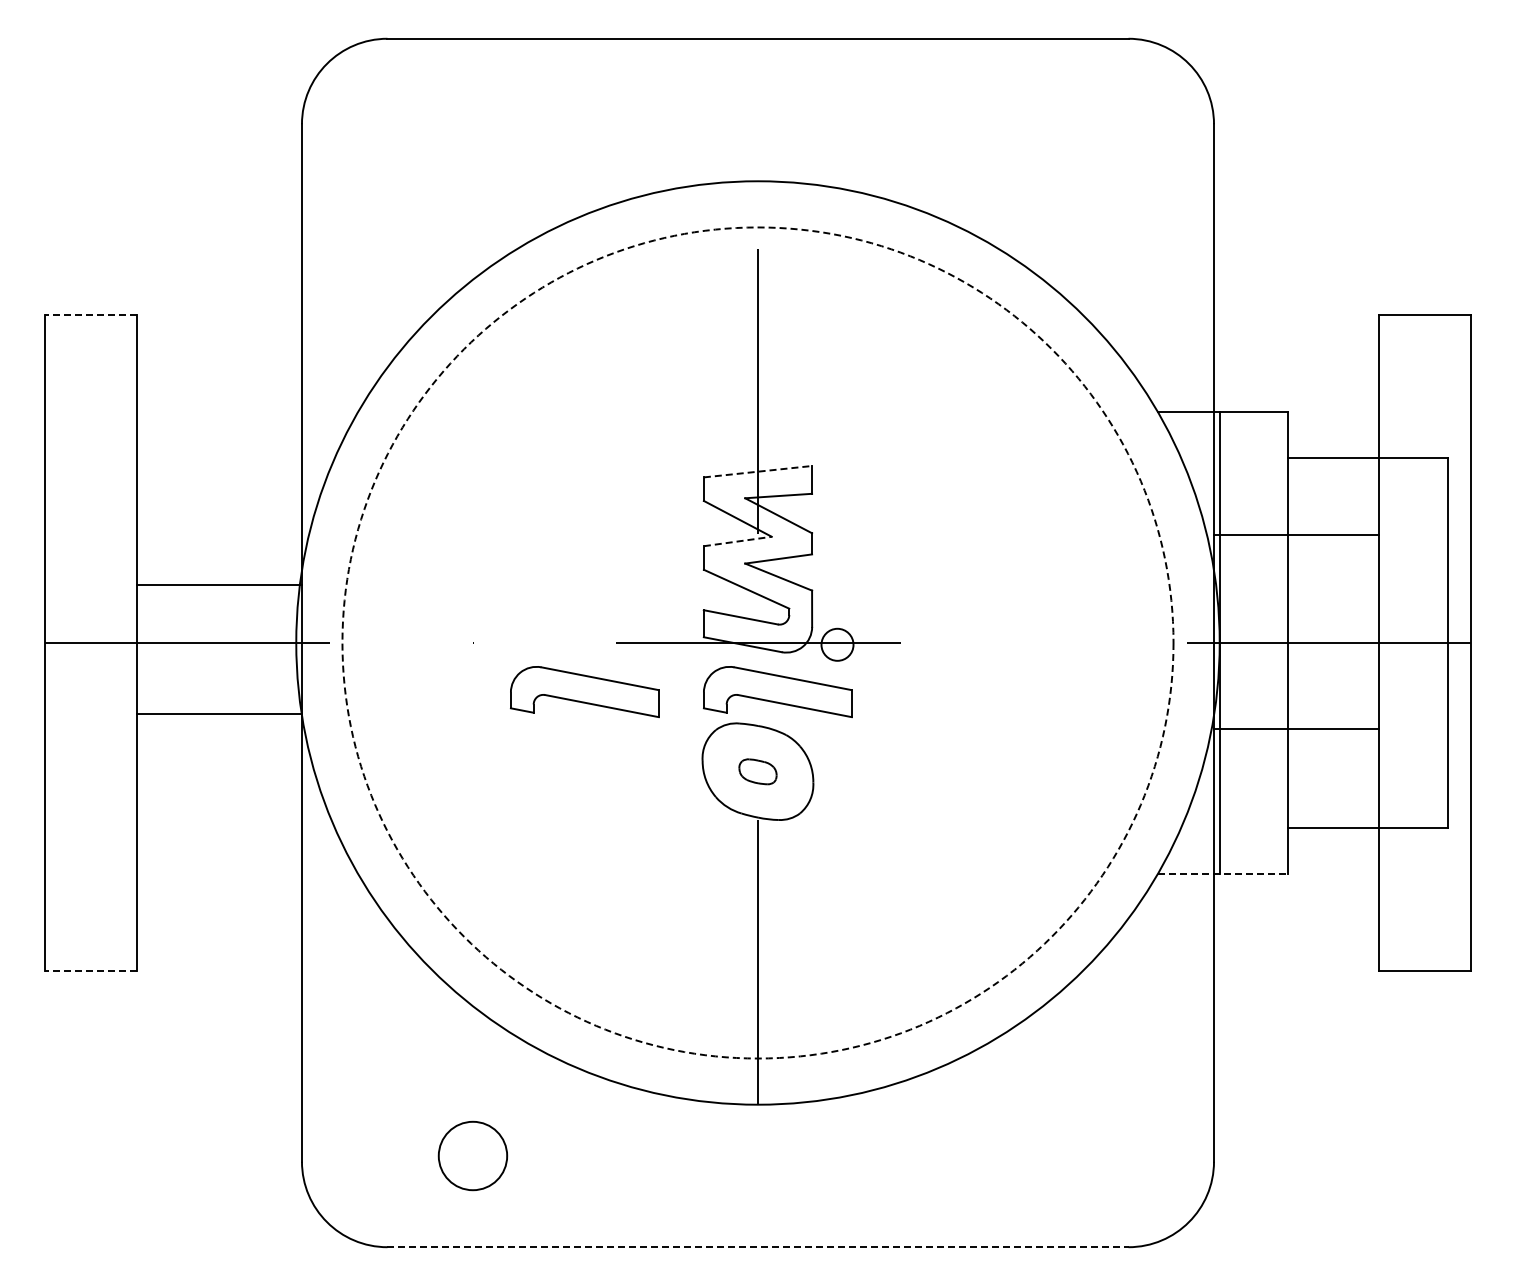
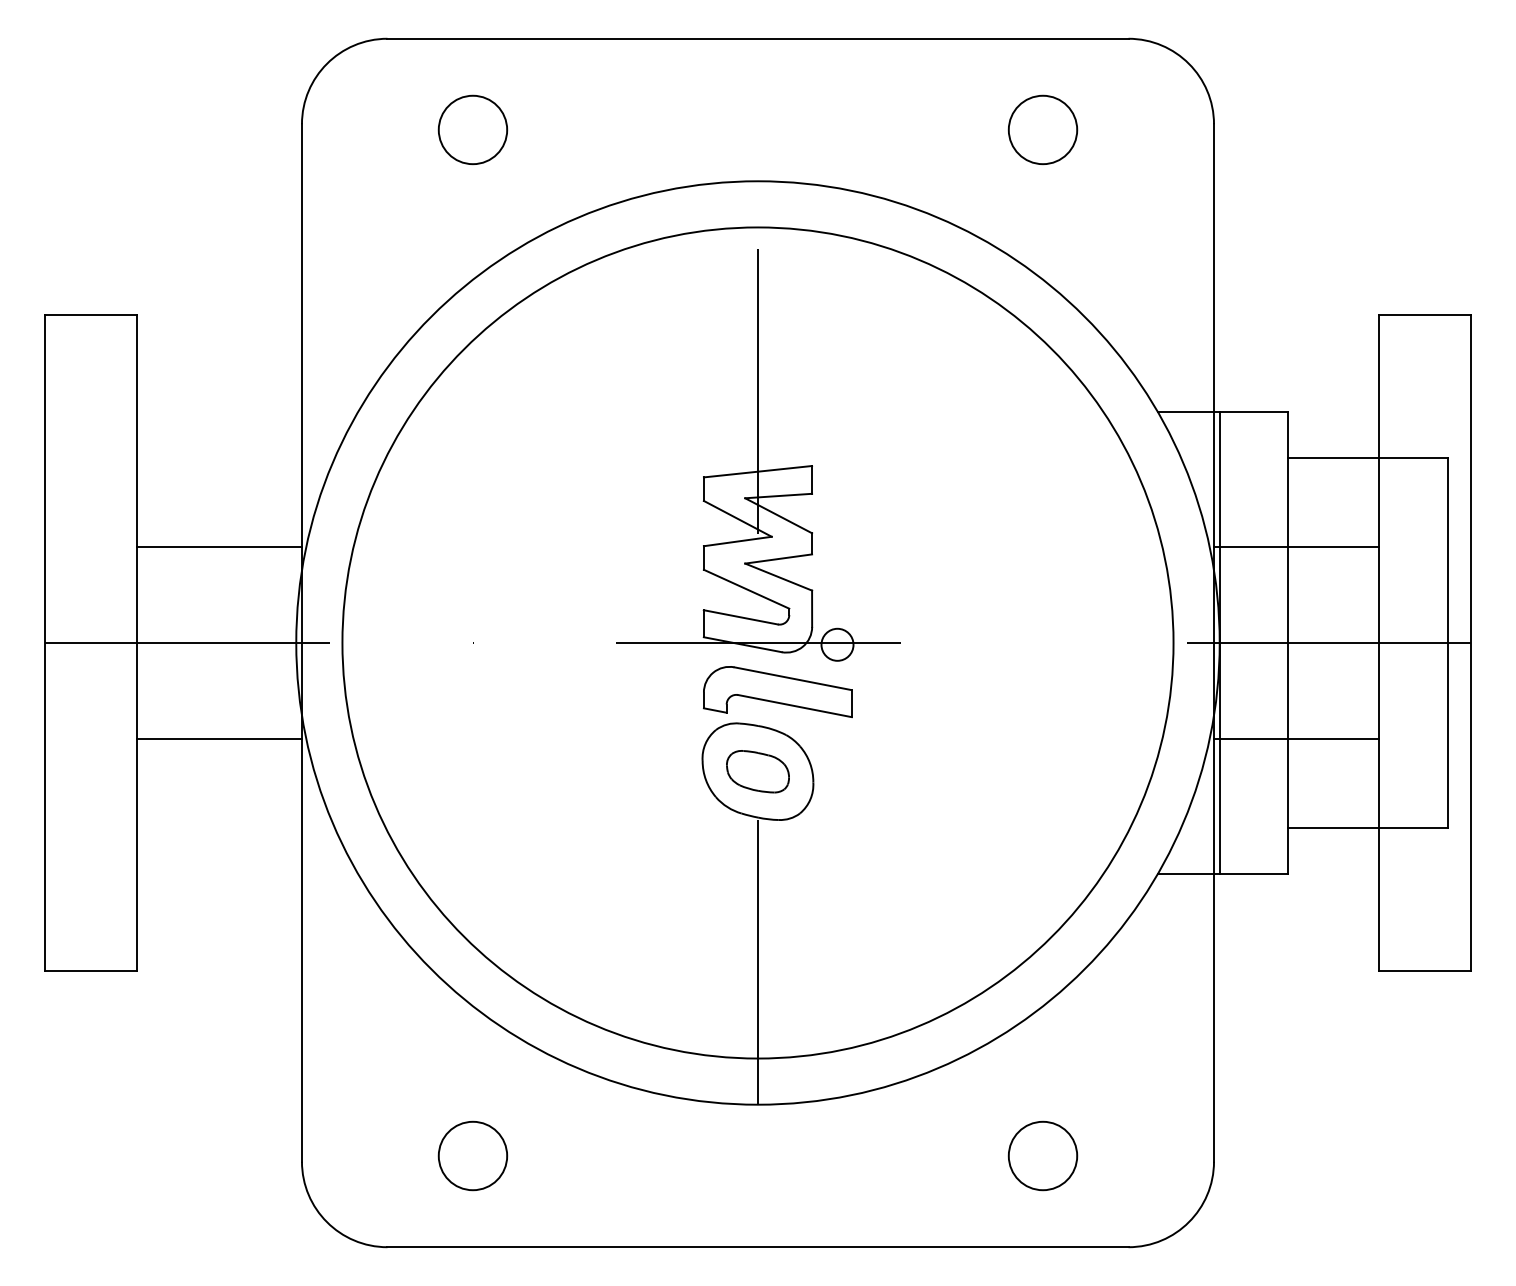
circle at (472, 129): none -> present
circle at (1042, 129): none -> present
line at (91, 315): dashed -> solid
line at (758, 471): dashed -> solid
line at (1296, 534) position: (1296, 534) -> (1296, 546)
line at (738, 541): dashed -> solid
line at (218, 584) position: (218, 584) -> (218, 546)
circle at (757, 642): dashed -> solid
part at (584, 692): present -> none
line at (218, 714) position: (218, 714) -> (218, 739)
line at (1296, 729) position: (1296, 729) -> (1296, 739)
part at (757, 771) size: 40x28 px -> 64x44 px
line at (1223, 873): dashed -> solid
line at (91, 970): dashed -> solid
circle at (1042, 1155): none -> present
line at (758, 1247): dashed -> solid
